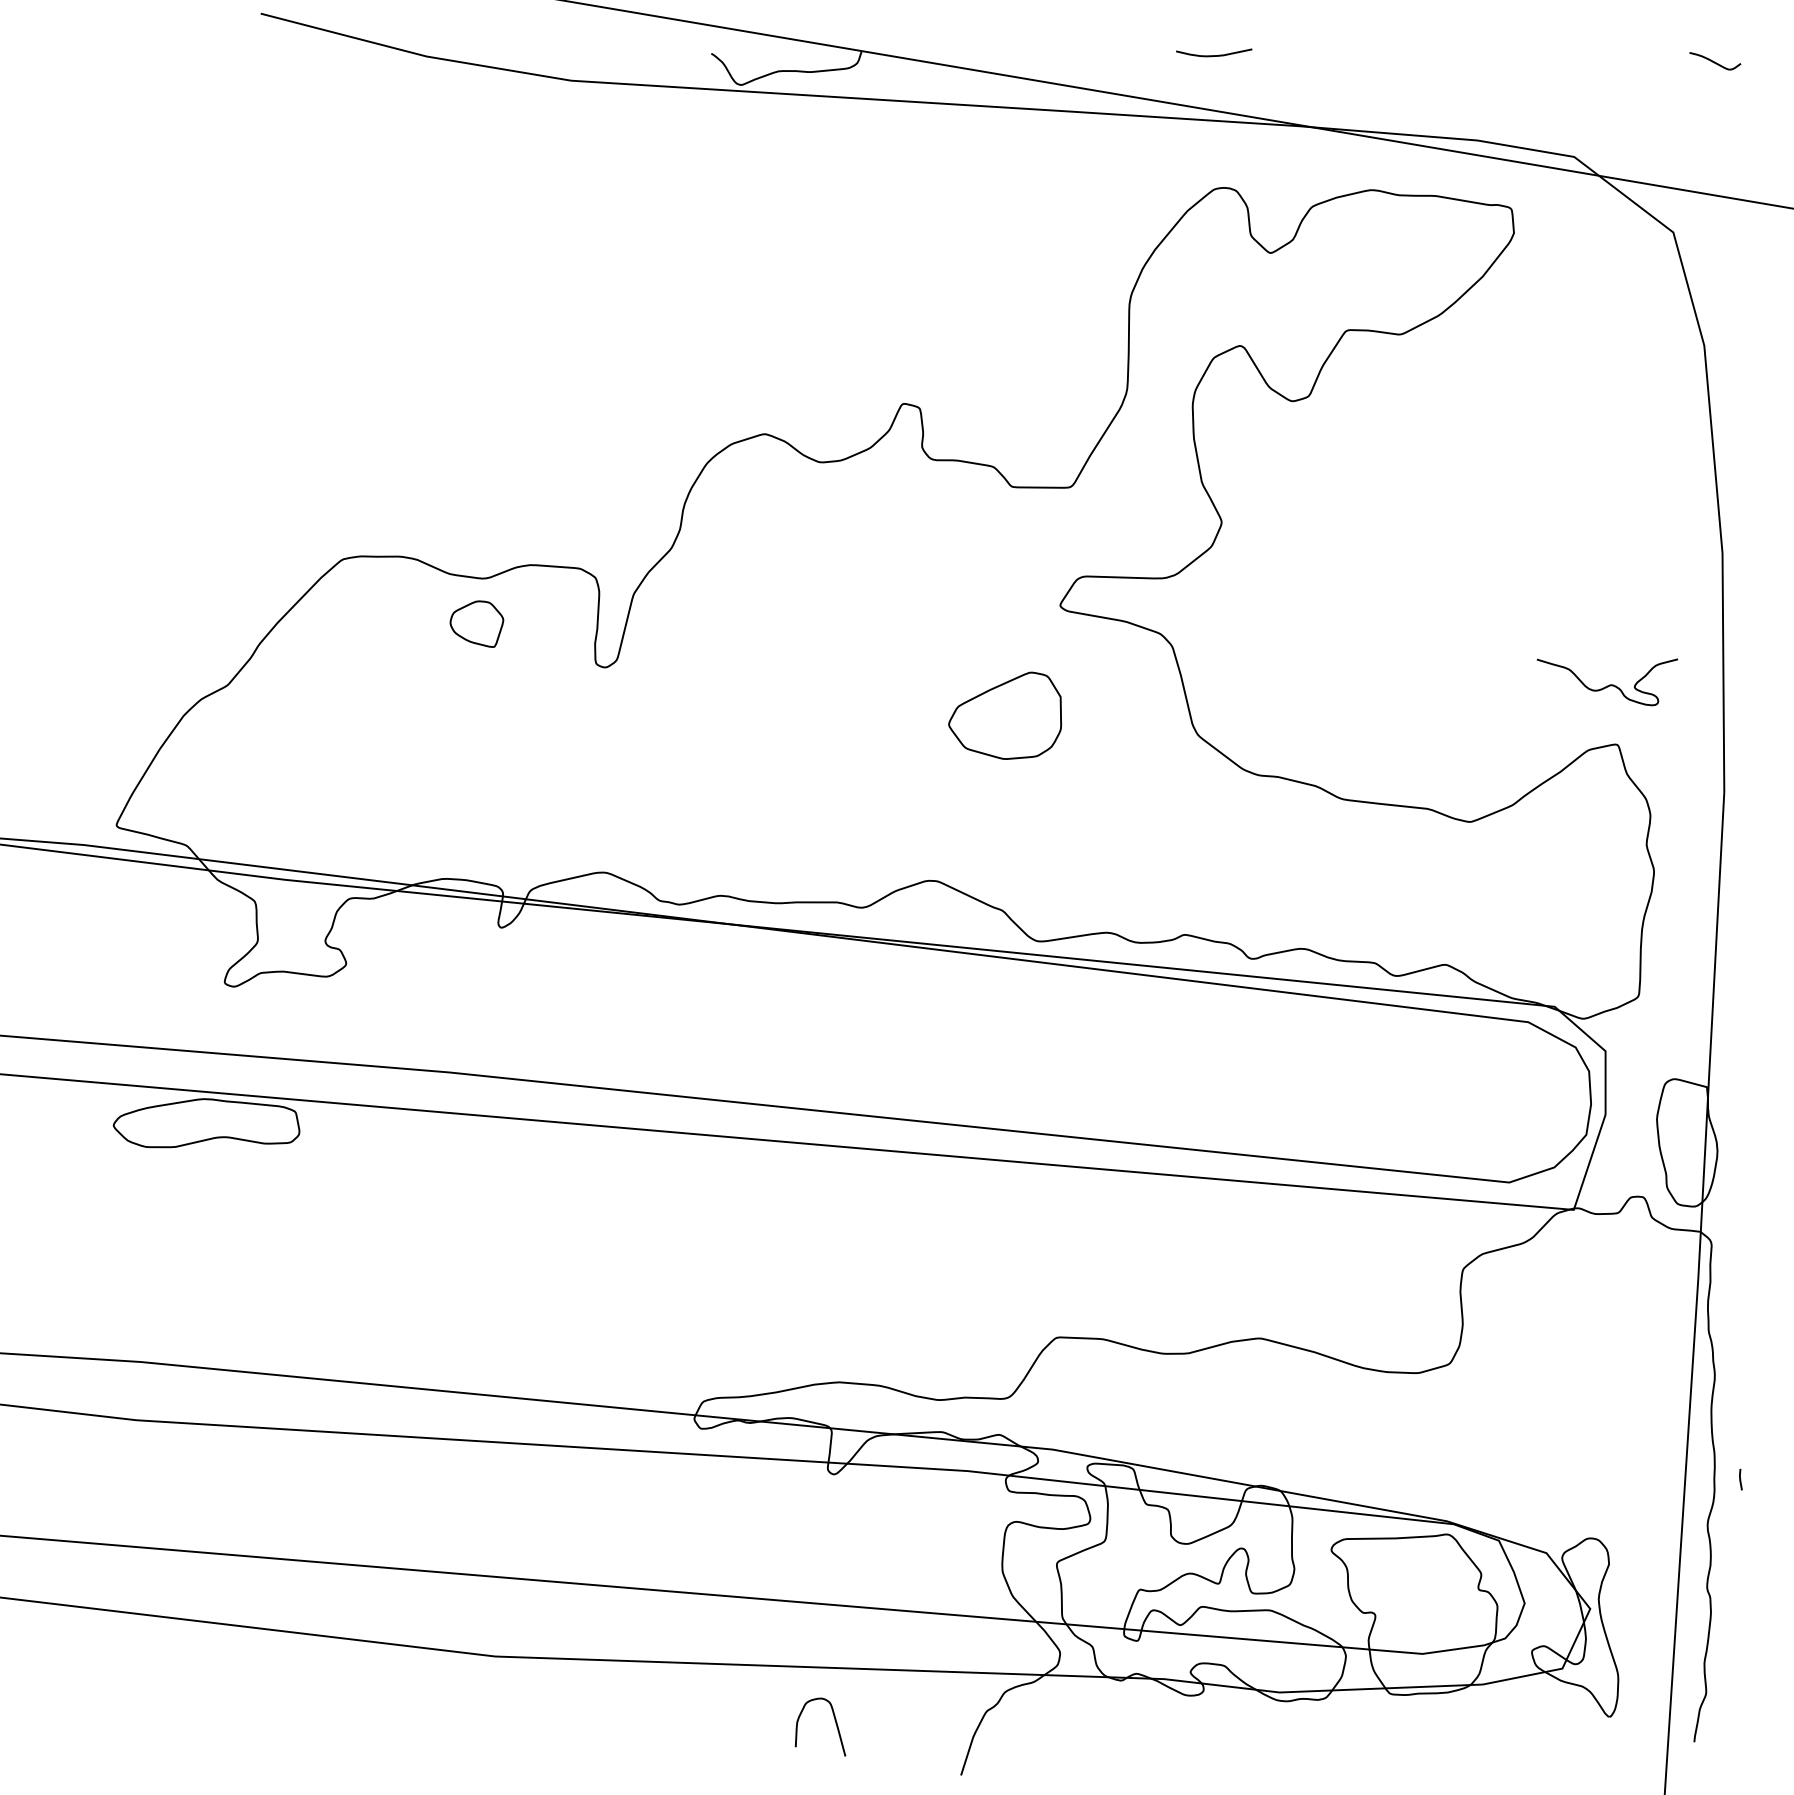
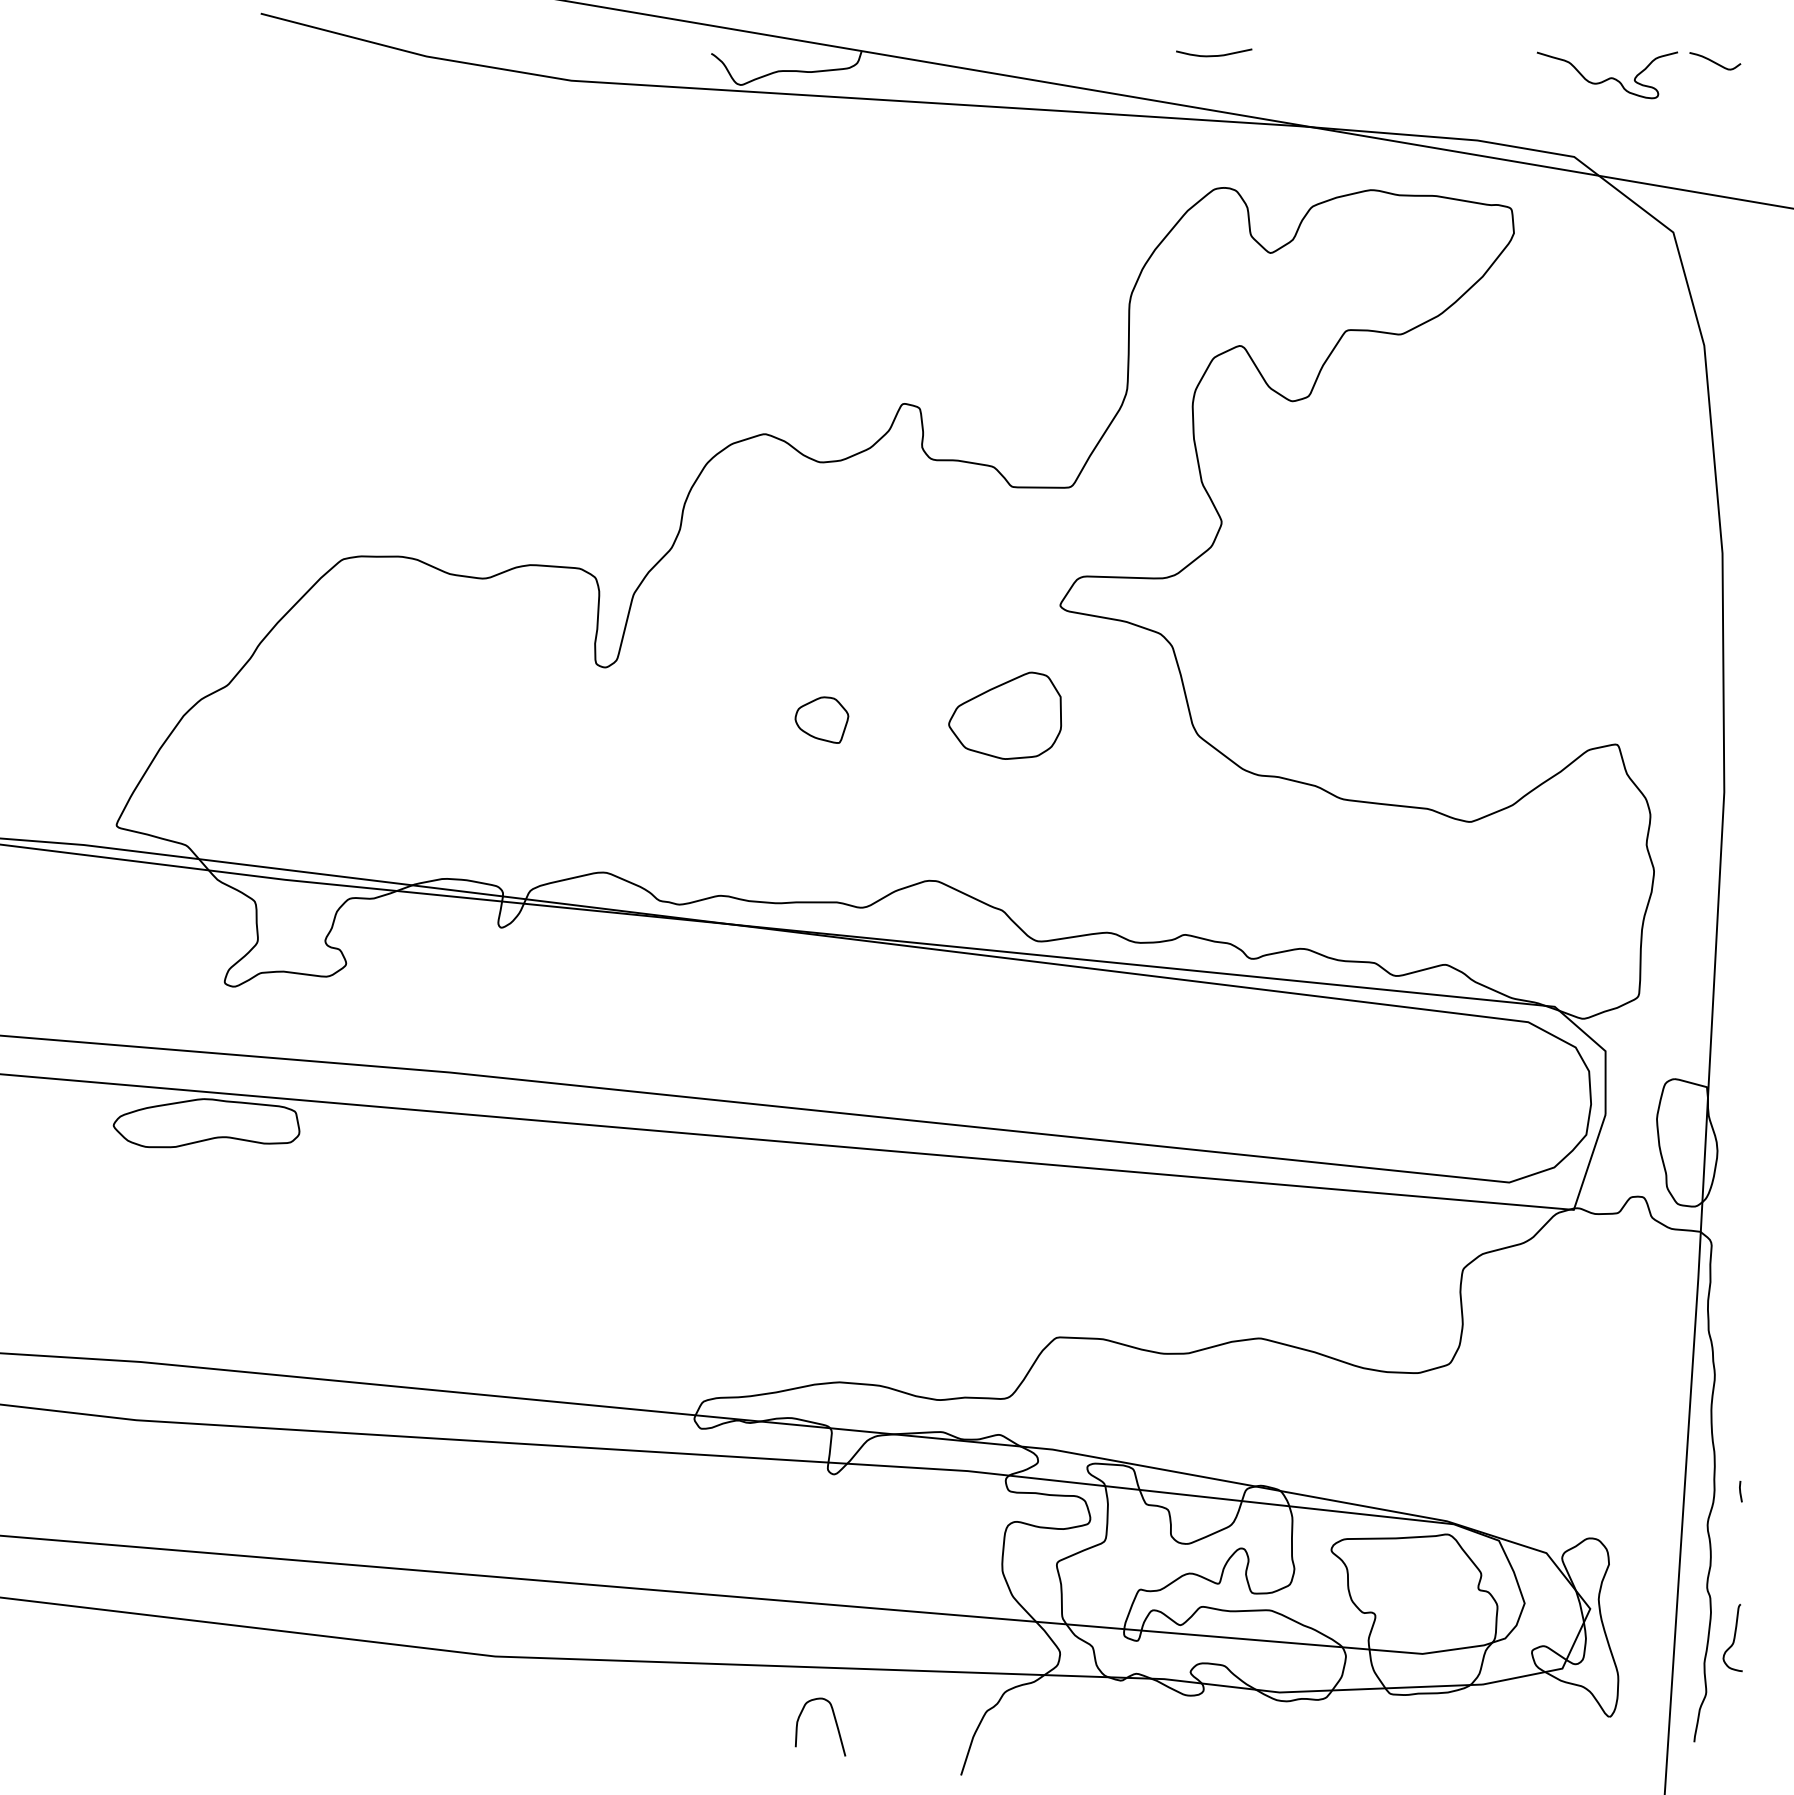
part at (476, 623) position: (476, 623) -> (821, 719)
curve at (1609, 684) position: (1609, 684) -> (1609, 77)
line at (1740, 1479) position: (1740, 1479) -> (1740, 1491)
curve at (1733, 1637): none -> present
